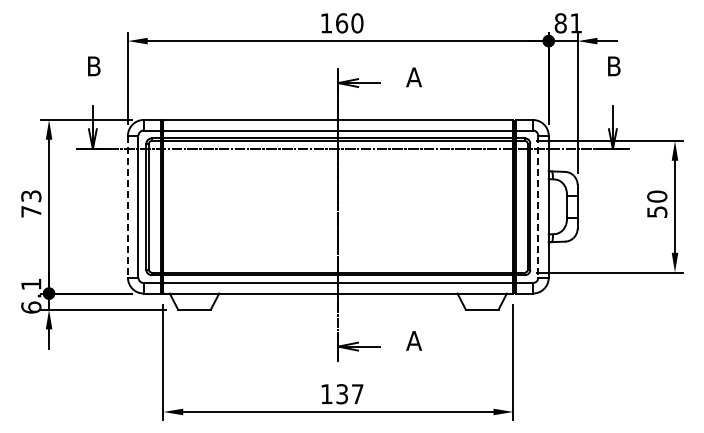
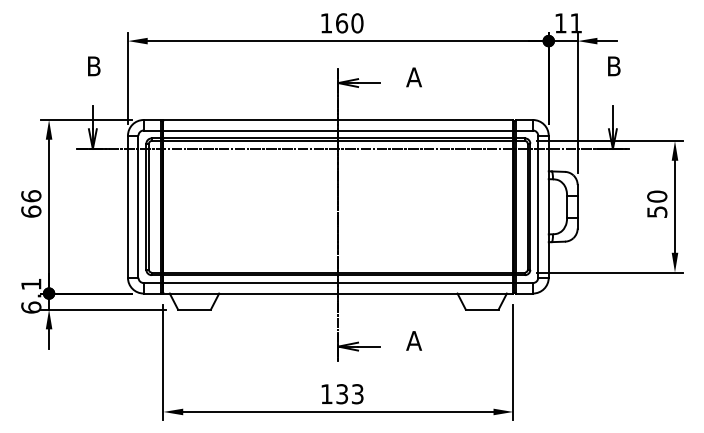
text at (560, 23): 81 -> 11
text at (31, 203): 73 -> 66
line at (127, 207): dashed -> solid
line at (538, 207): dashed -> solid
text at (357, 394): 137 -> 133
